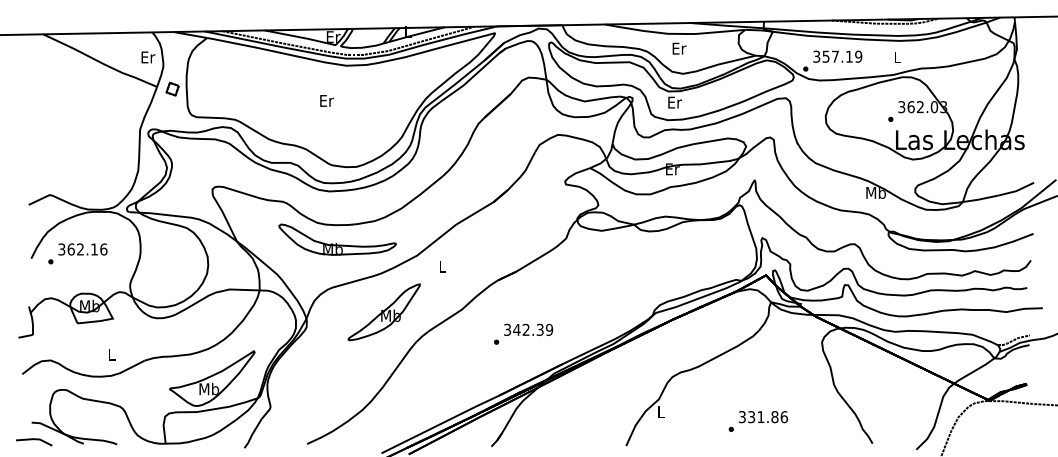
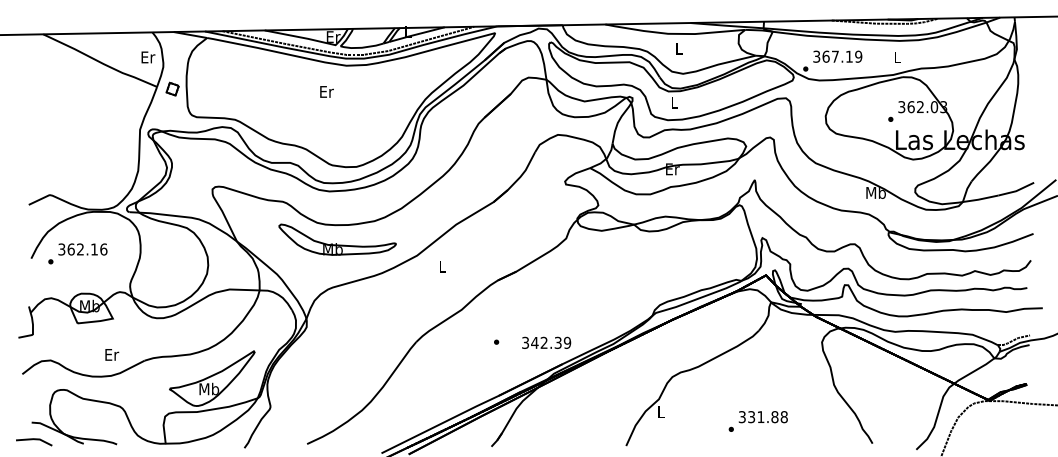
text at (679, 48): Er -> L
text at (825, 56): 357.19 -> 367.19
text at (326, 100) position: (326, 100) -> (326, 91)
text at (675, 102): Er -> L
part at (383, 312): present -> none
text at (528, 329) position: (528, 329) -> (546, 342)
text at (112, 354): L -> Er
text at (783, 416): 331.86 -> 331.88
